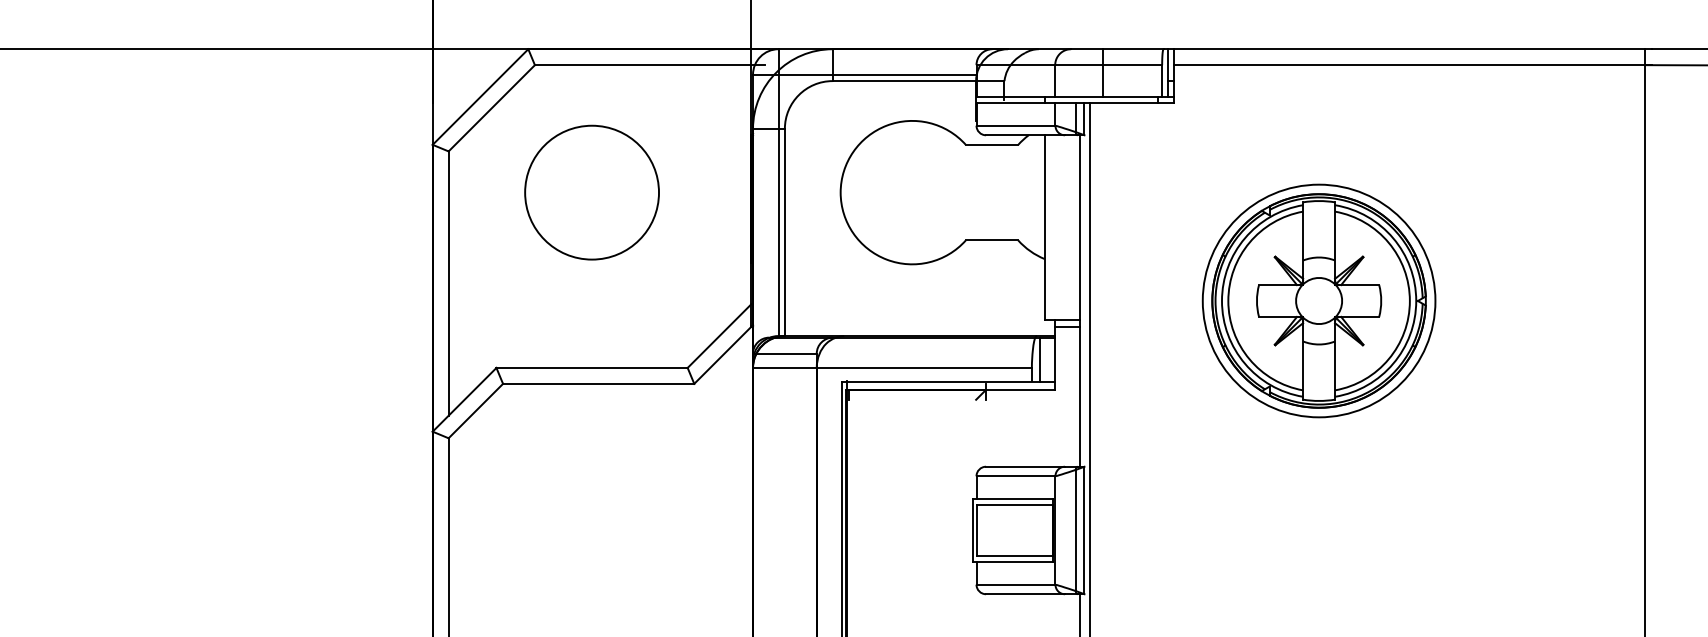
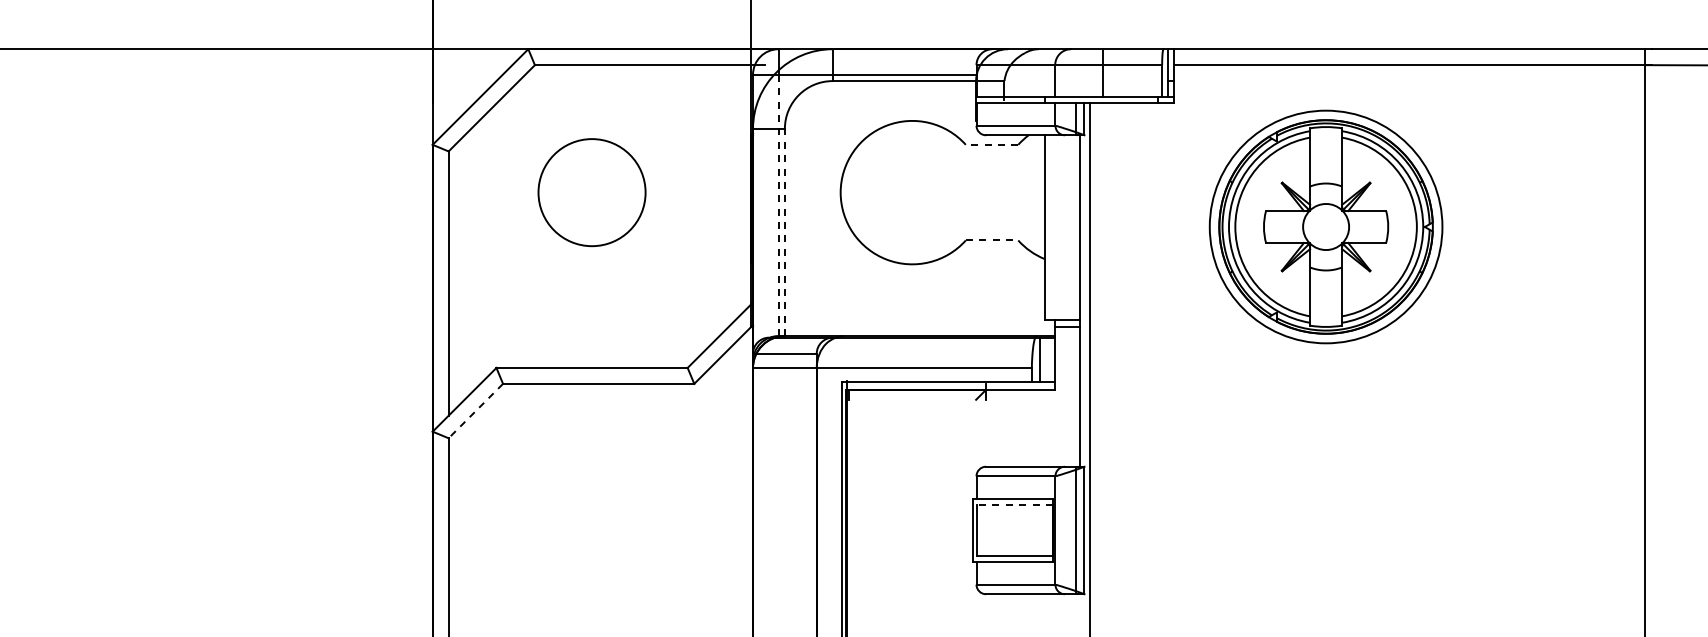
line at (991, 144): solid -> dashed
circle at (591, 192) size: 136x137 px -> 110x110 px
line at (778, 205): solid -> dashed
line at (784, 232): solid -> dashed
line at (992, 240): solid -> dashed
part at (1318, 300) position: (1318, 300) -> (1325, 226)
line at (475, 411): solid -> dashed
line at (1014, 504): solid -> dashed
line at (1080, 613): present -> none
